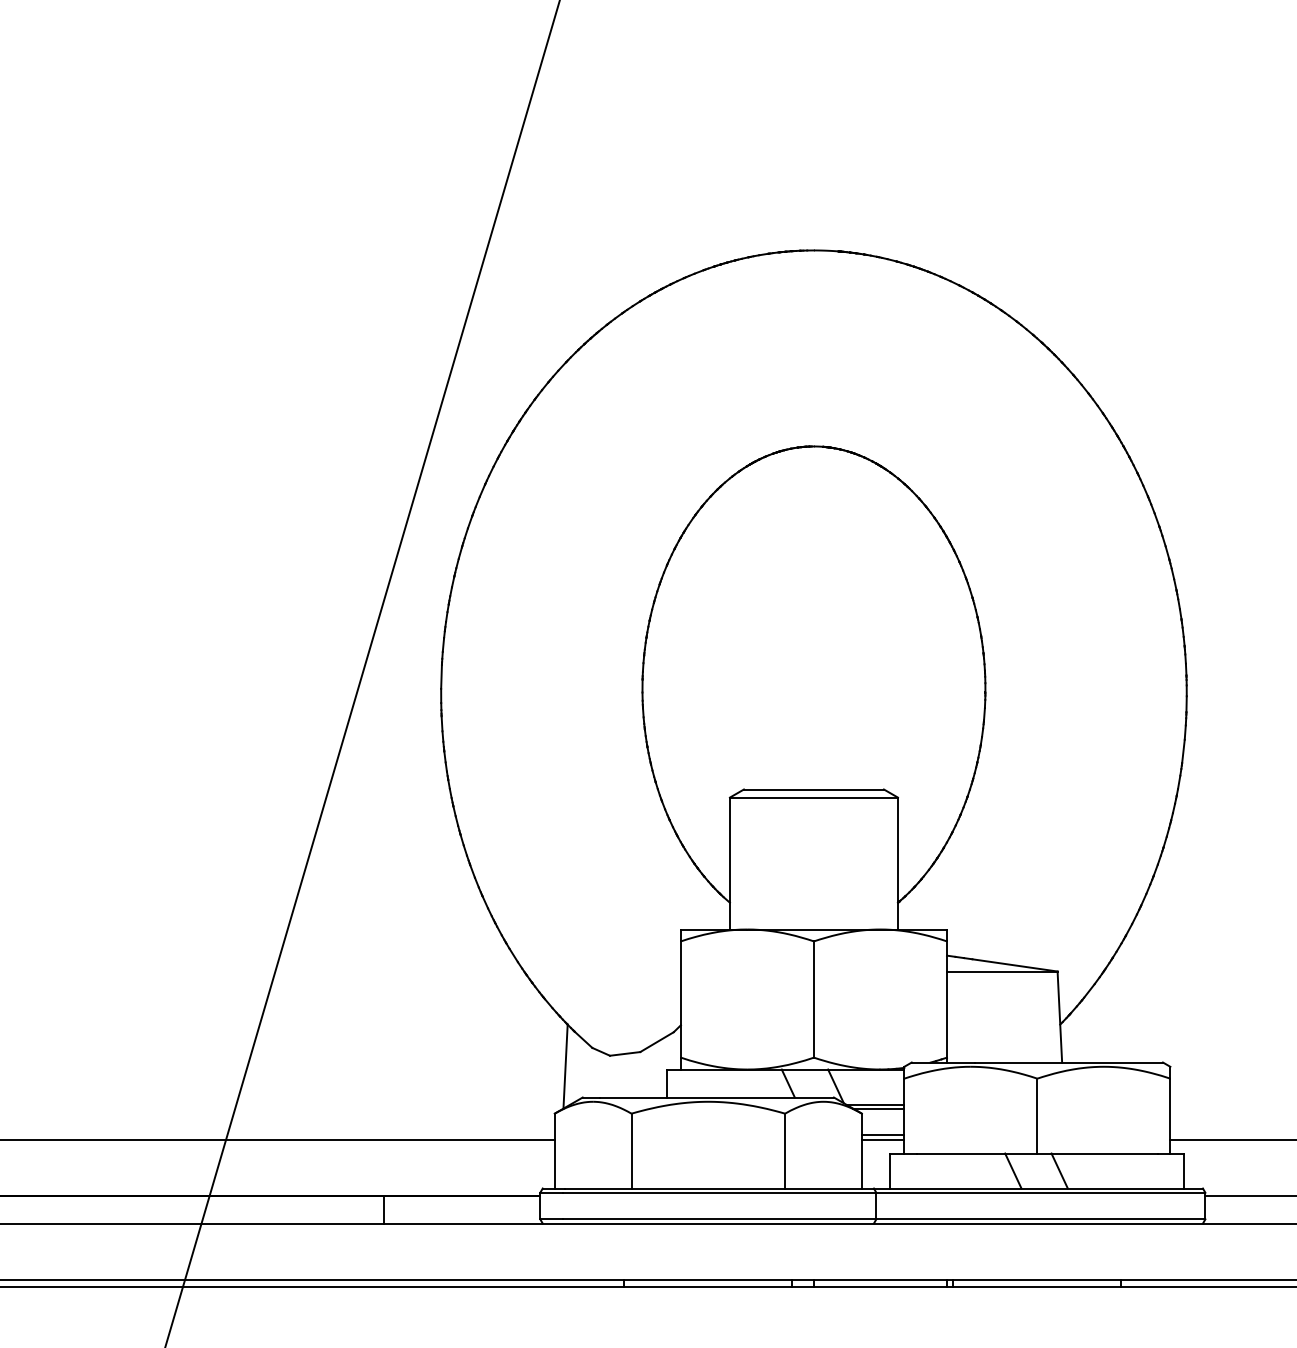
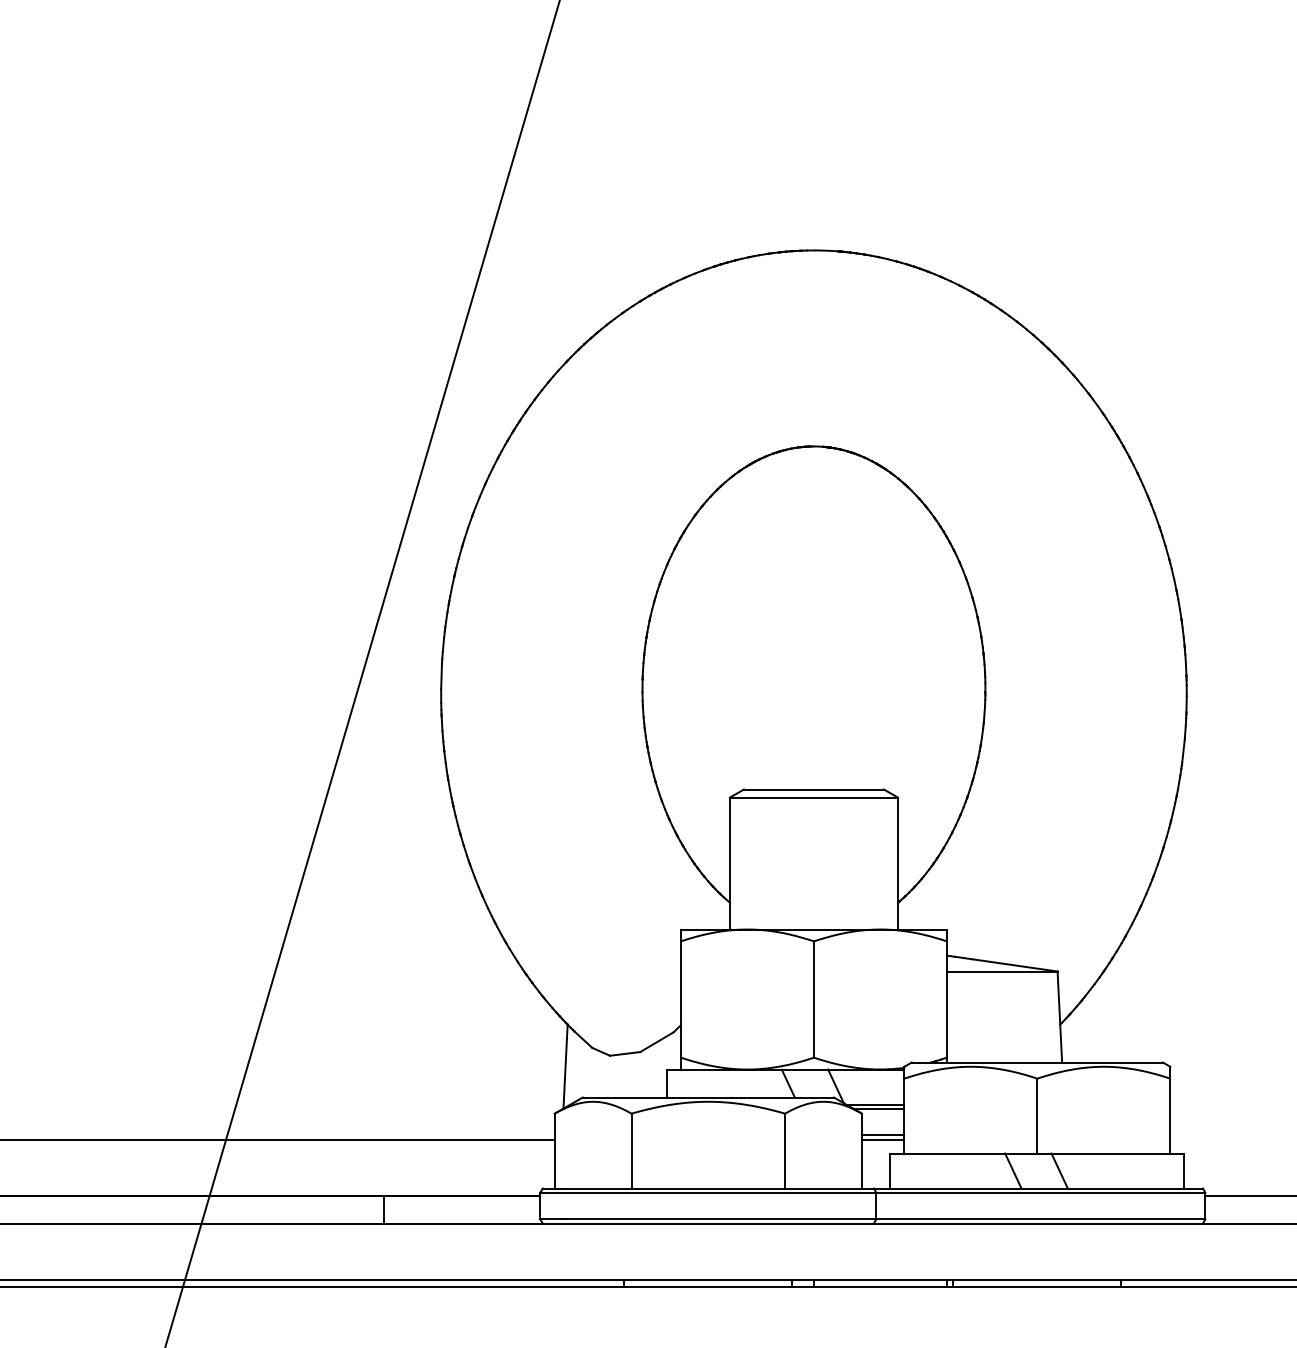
line at (1231, 1139): present -> none
